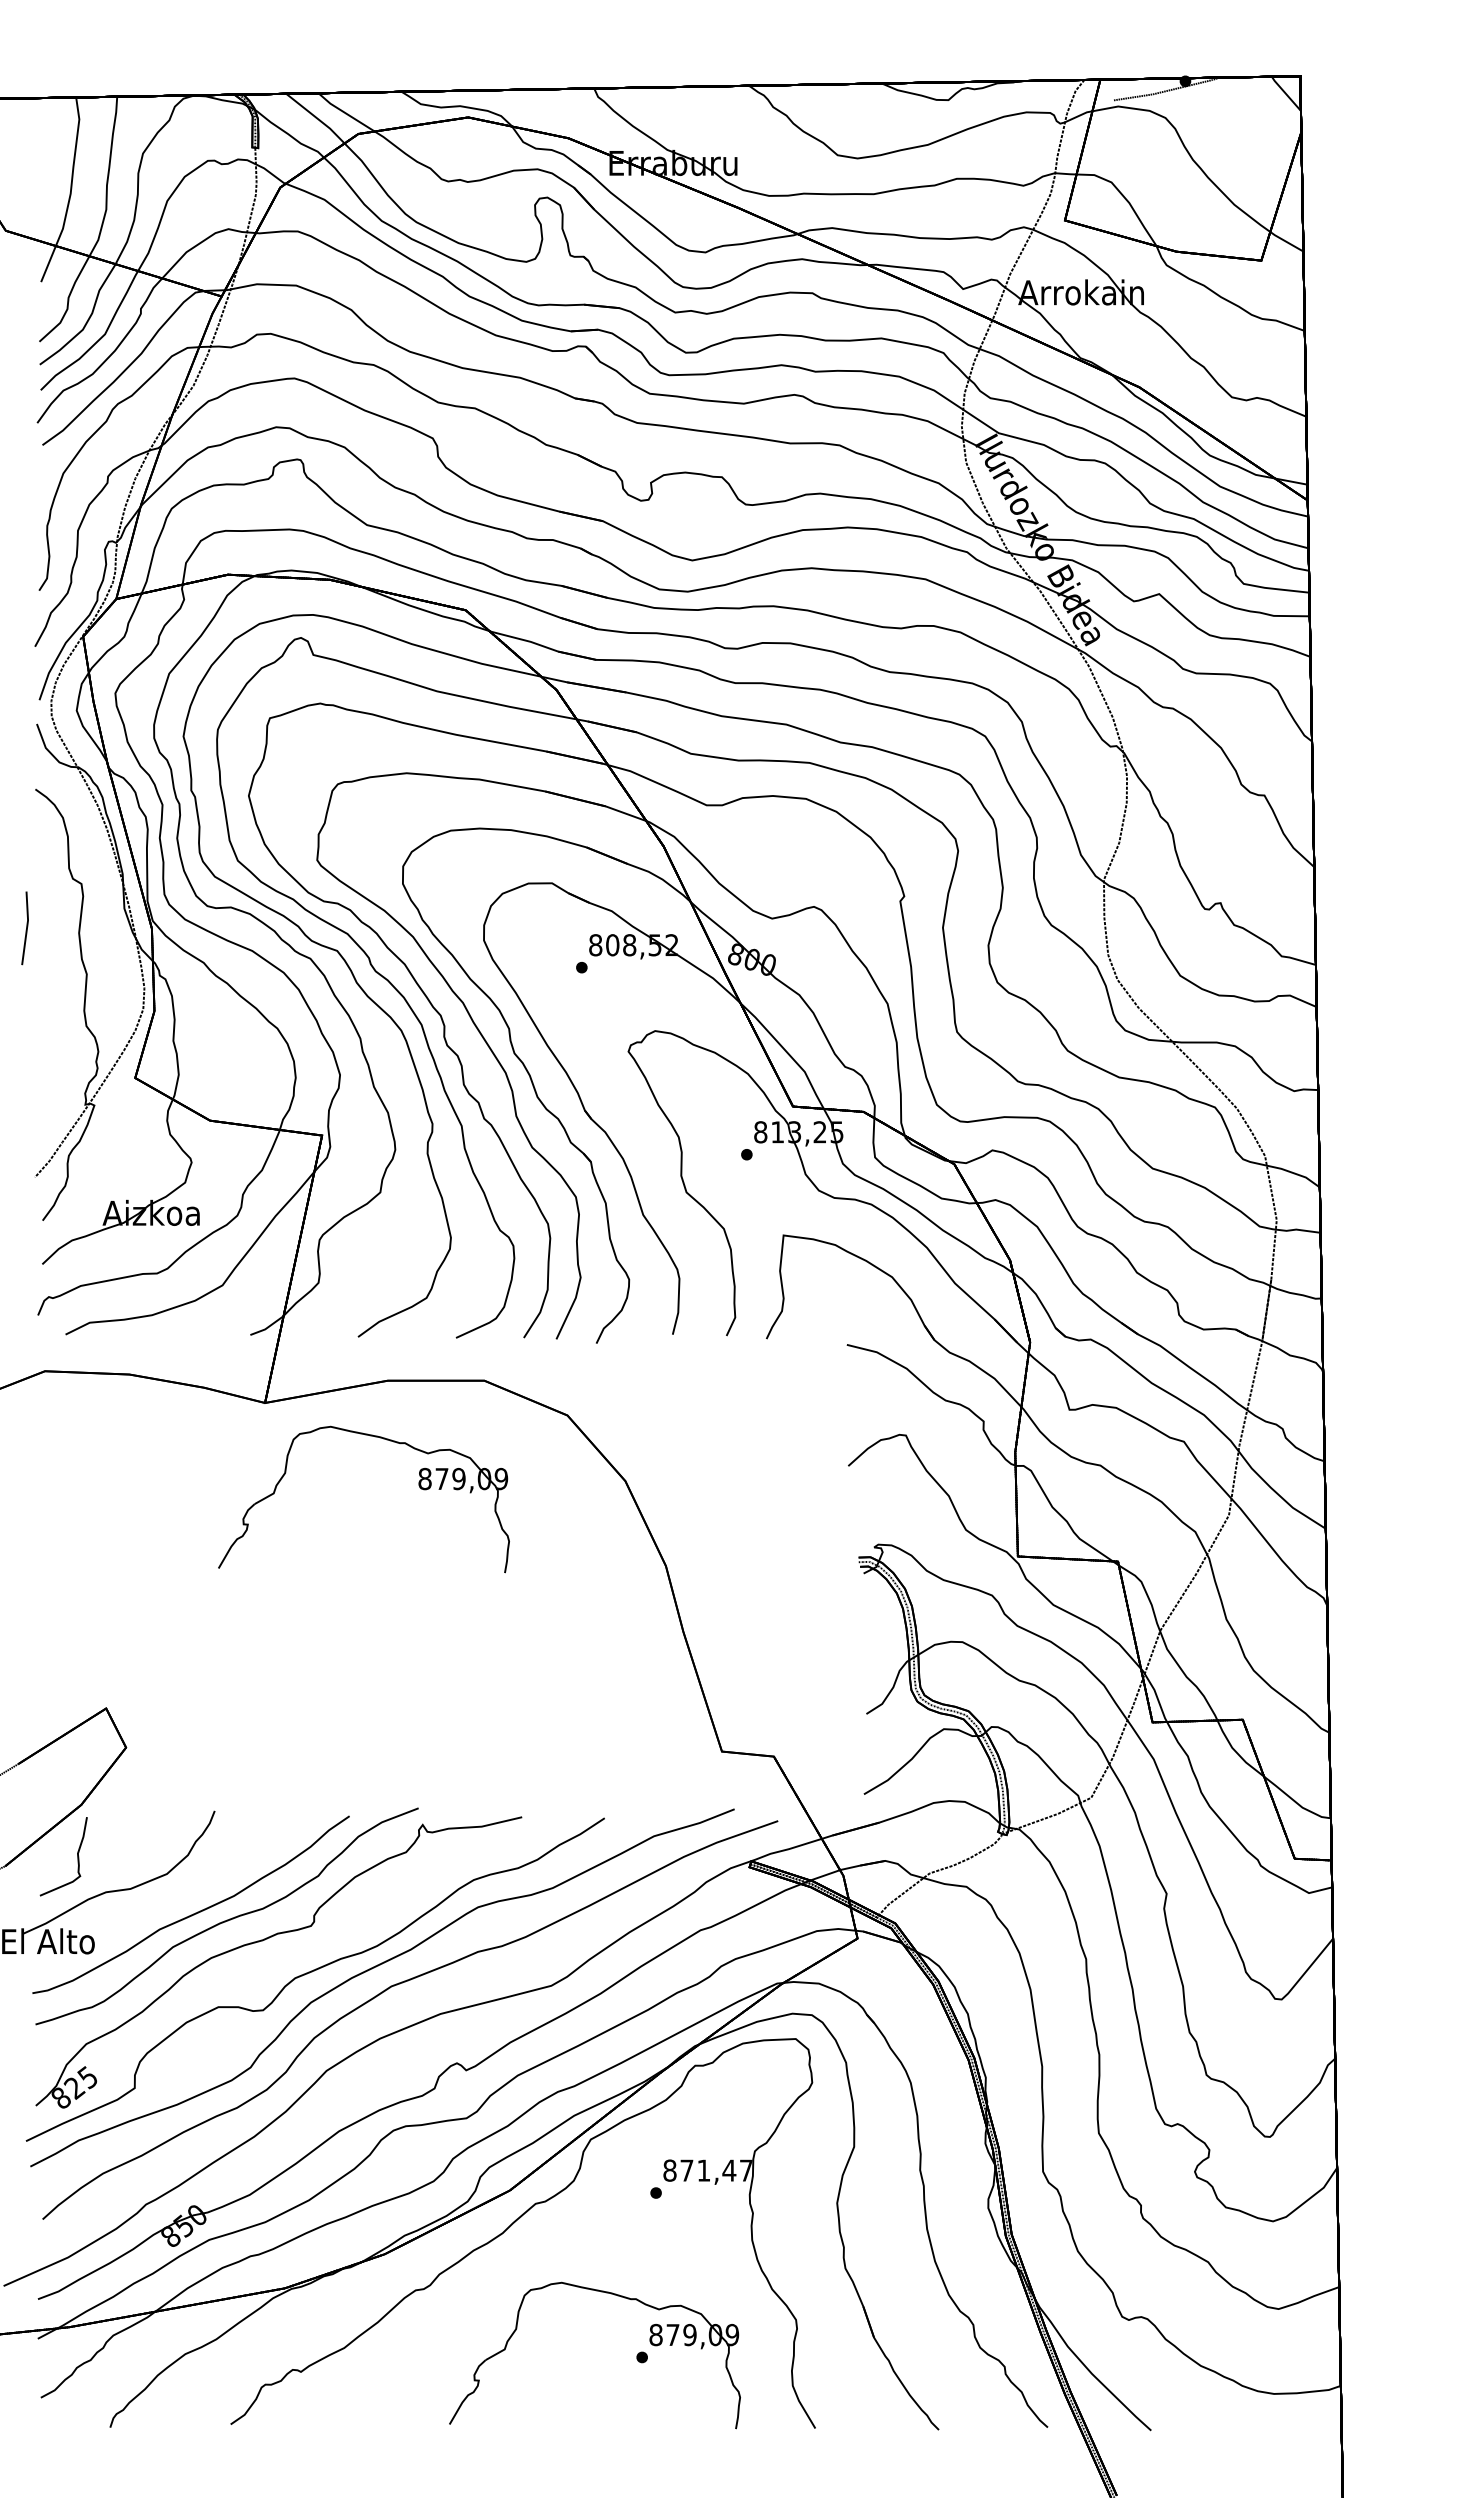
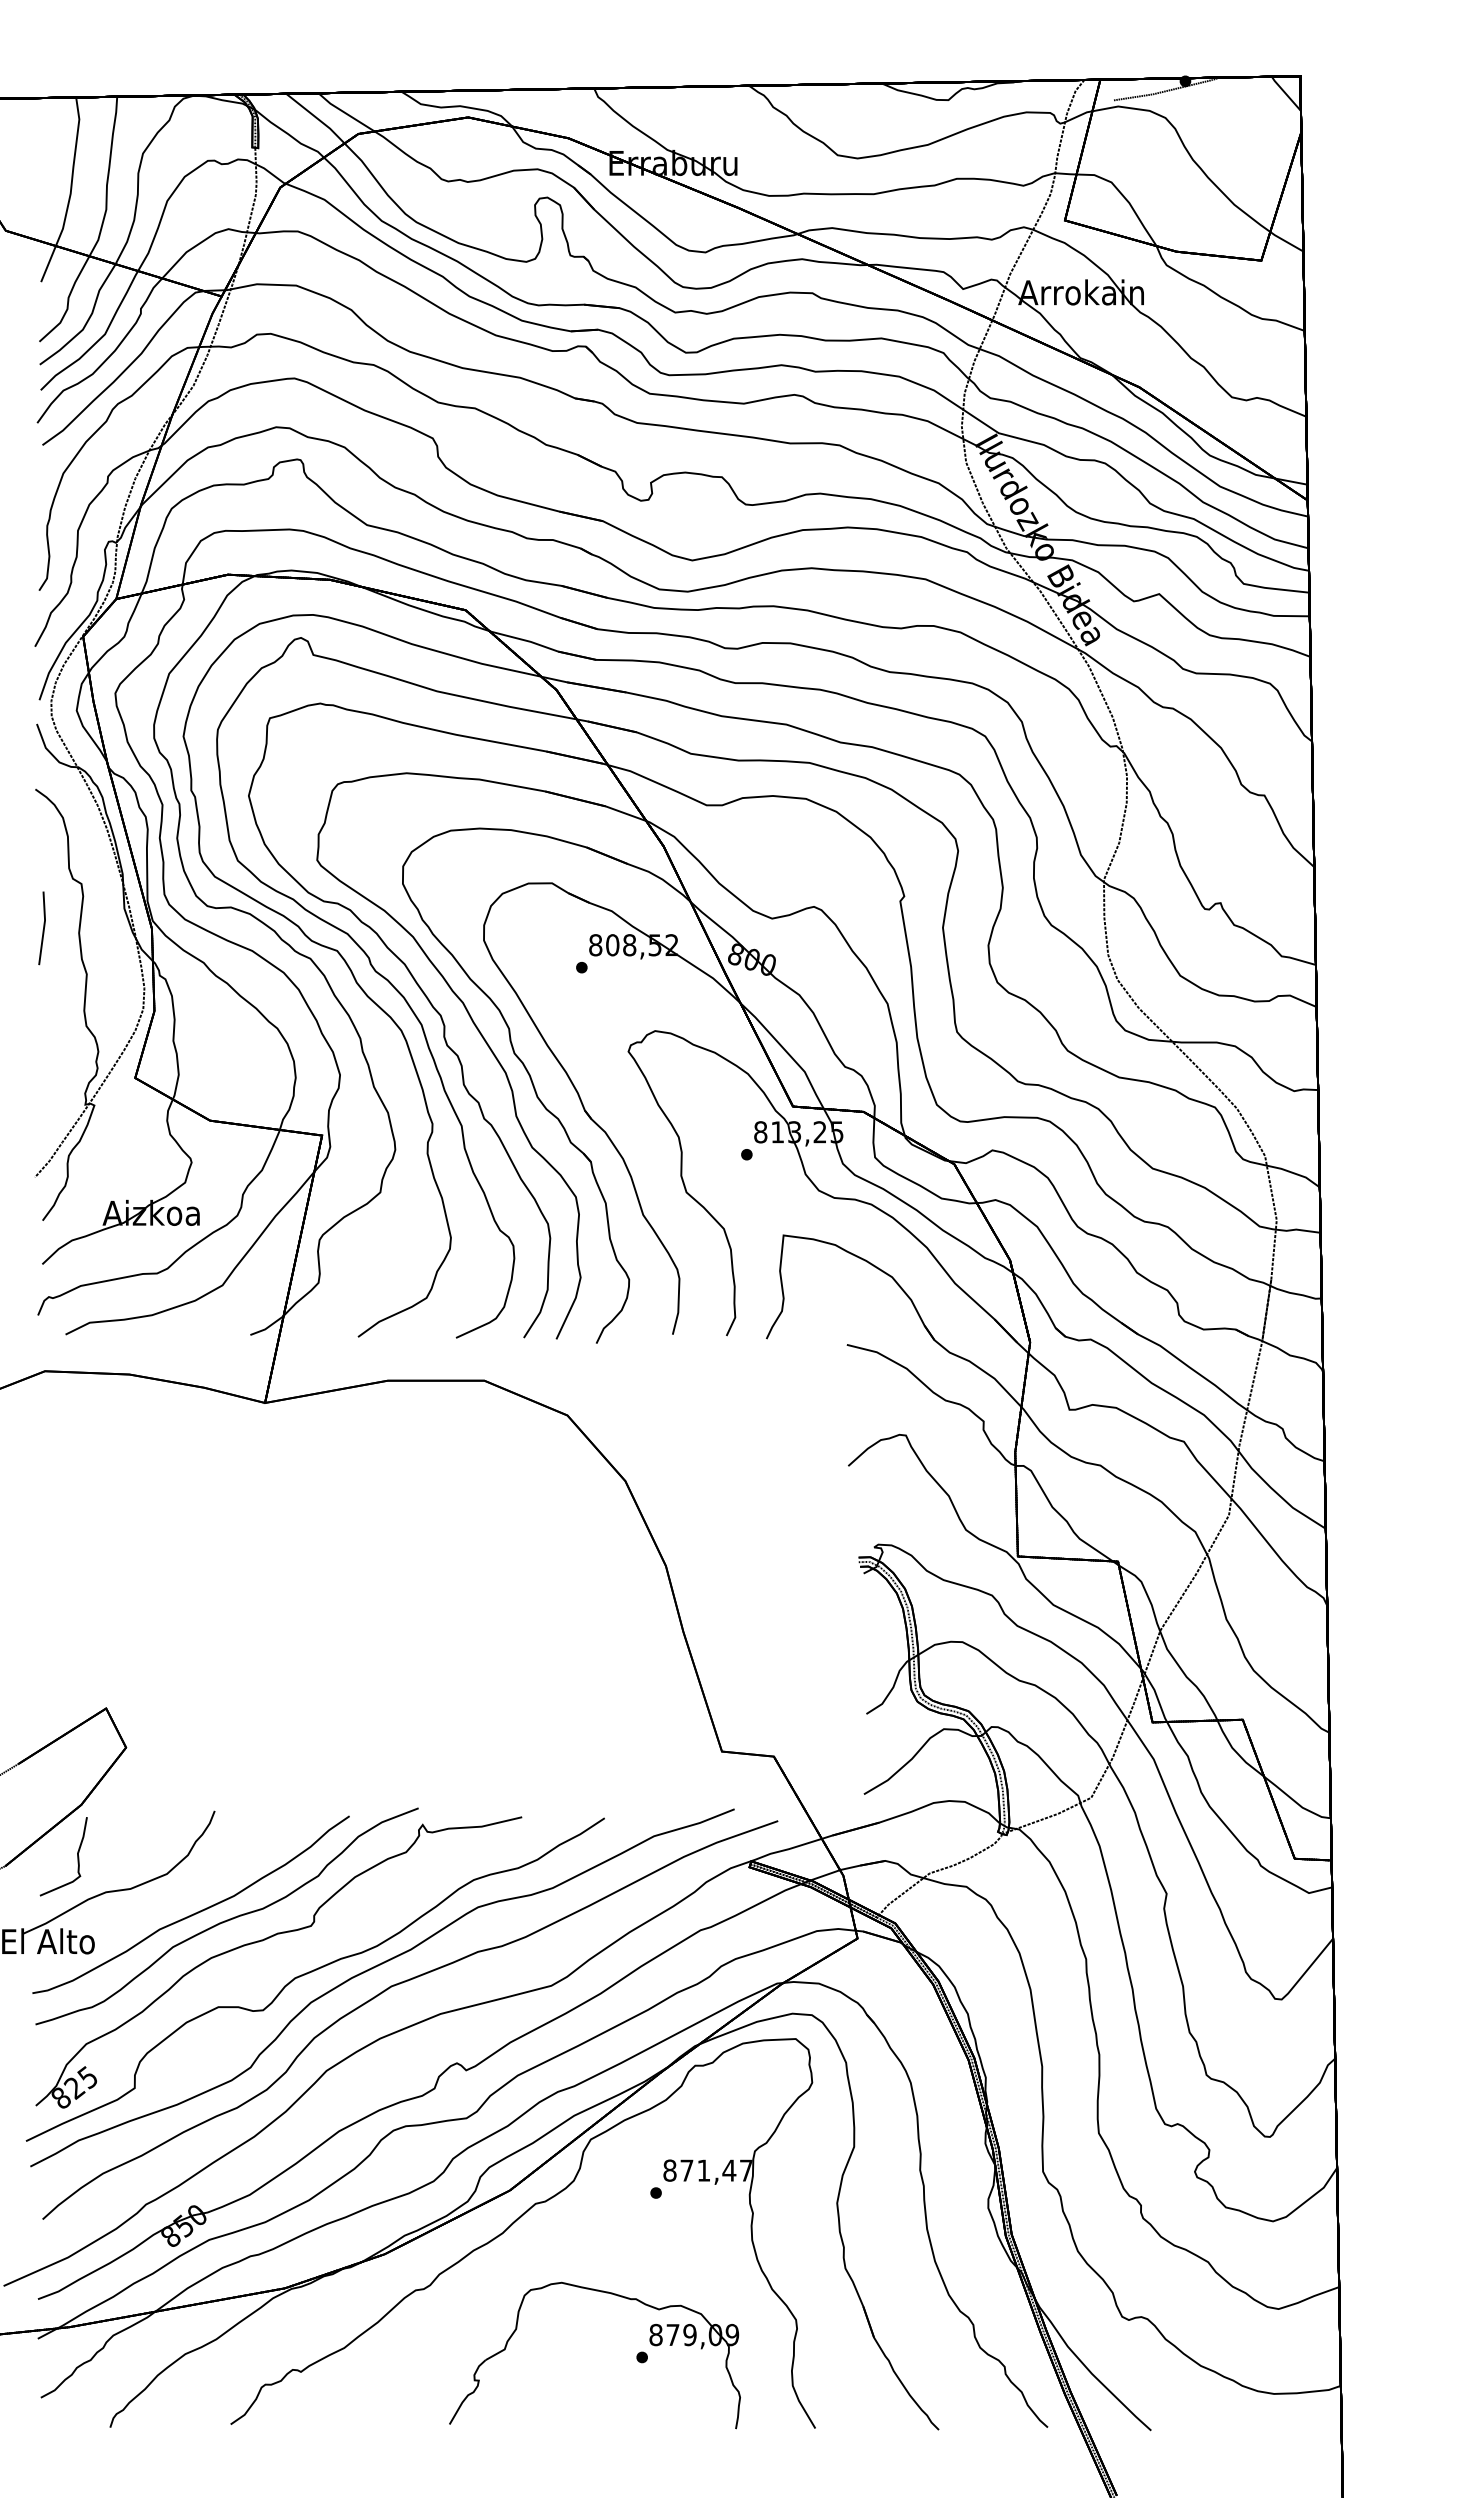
line at (26, 928) position: (26, 928) -> (43, 928)
part at (418, 1485): present -> none
